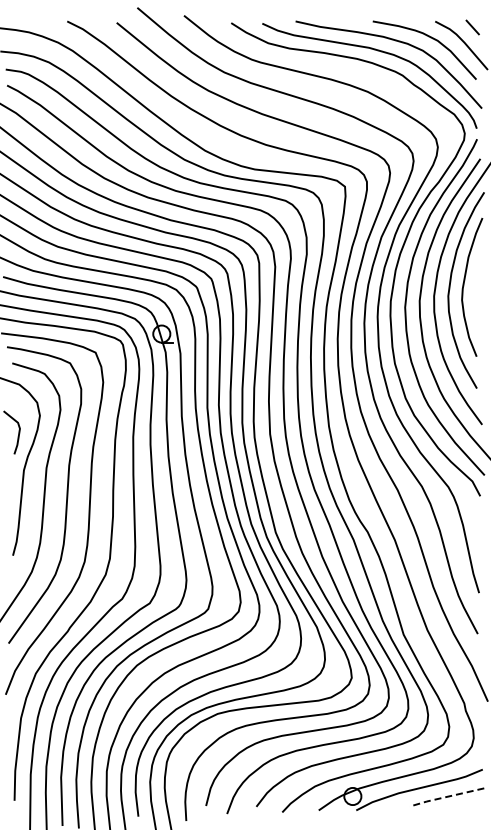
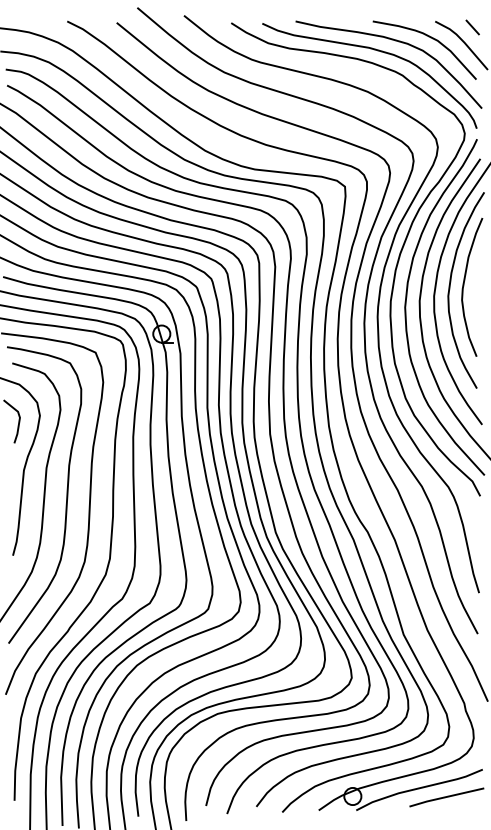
line at (18, 432) position: (18, 432) -> (18, 421)
line at (445, 797): dashed -> solid
